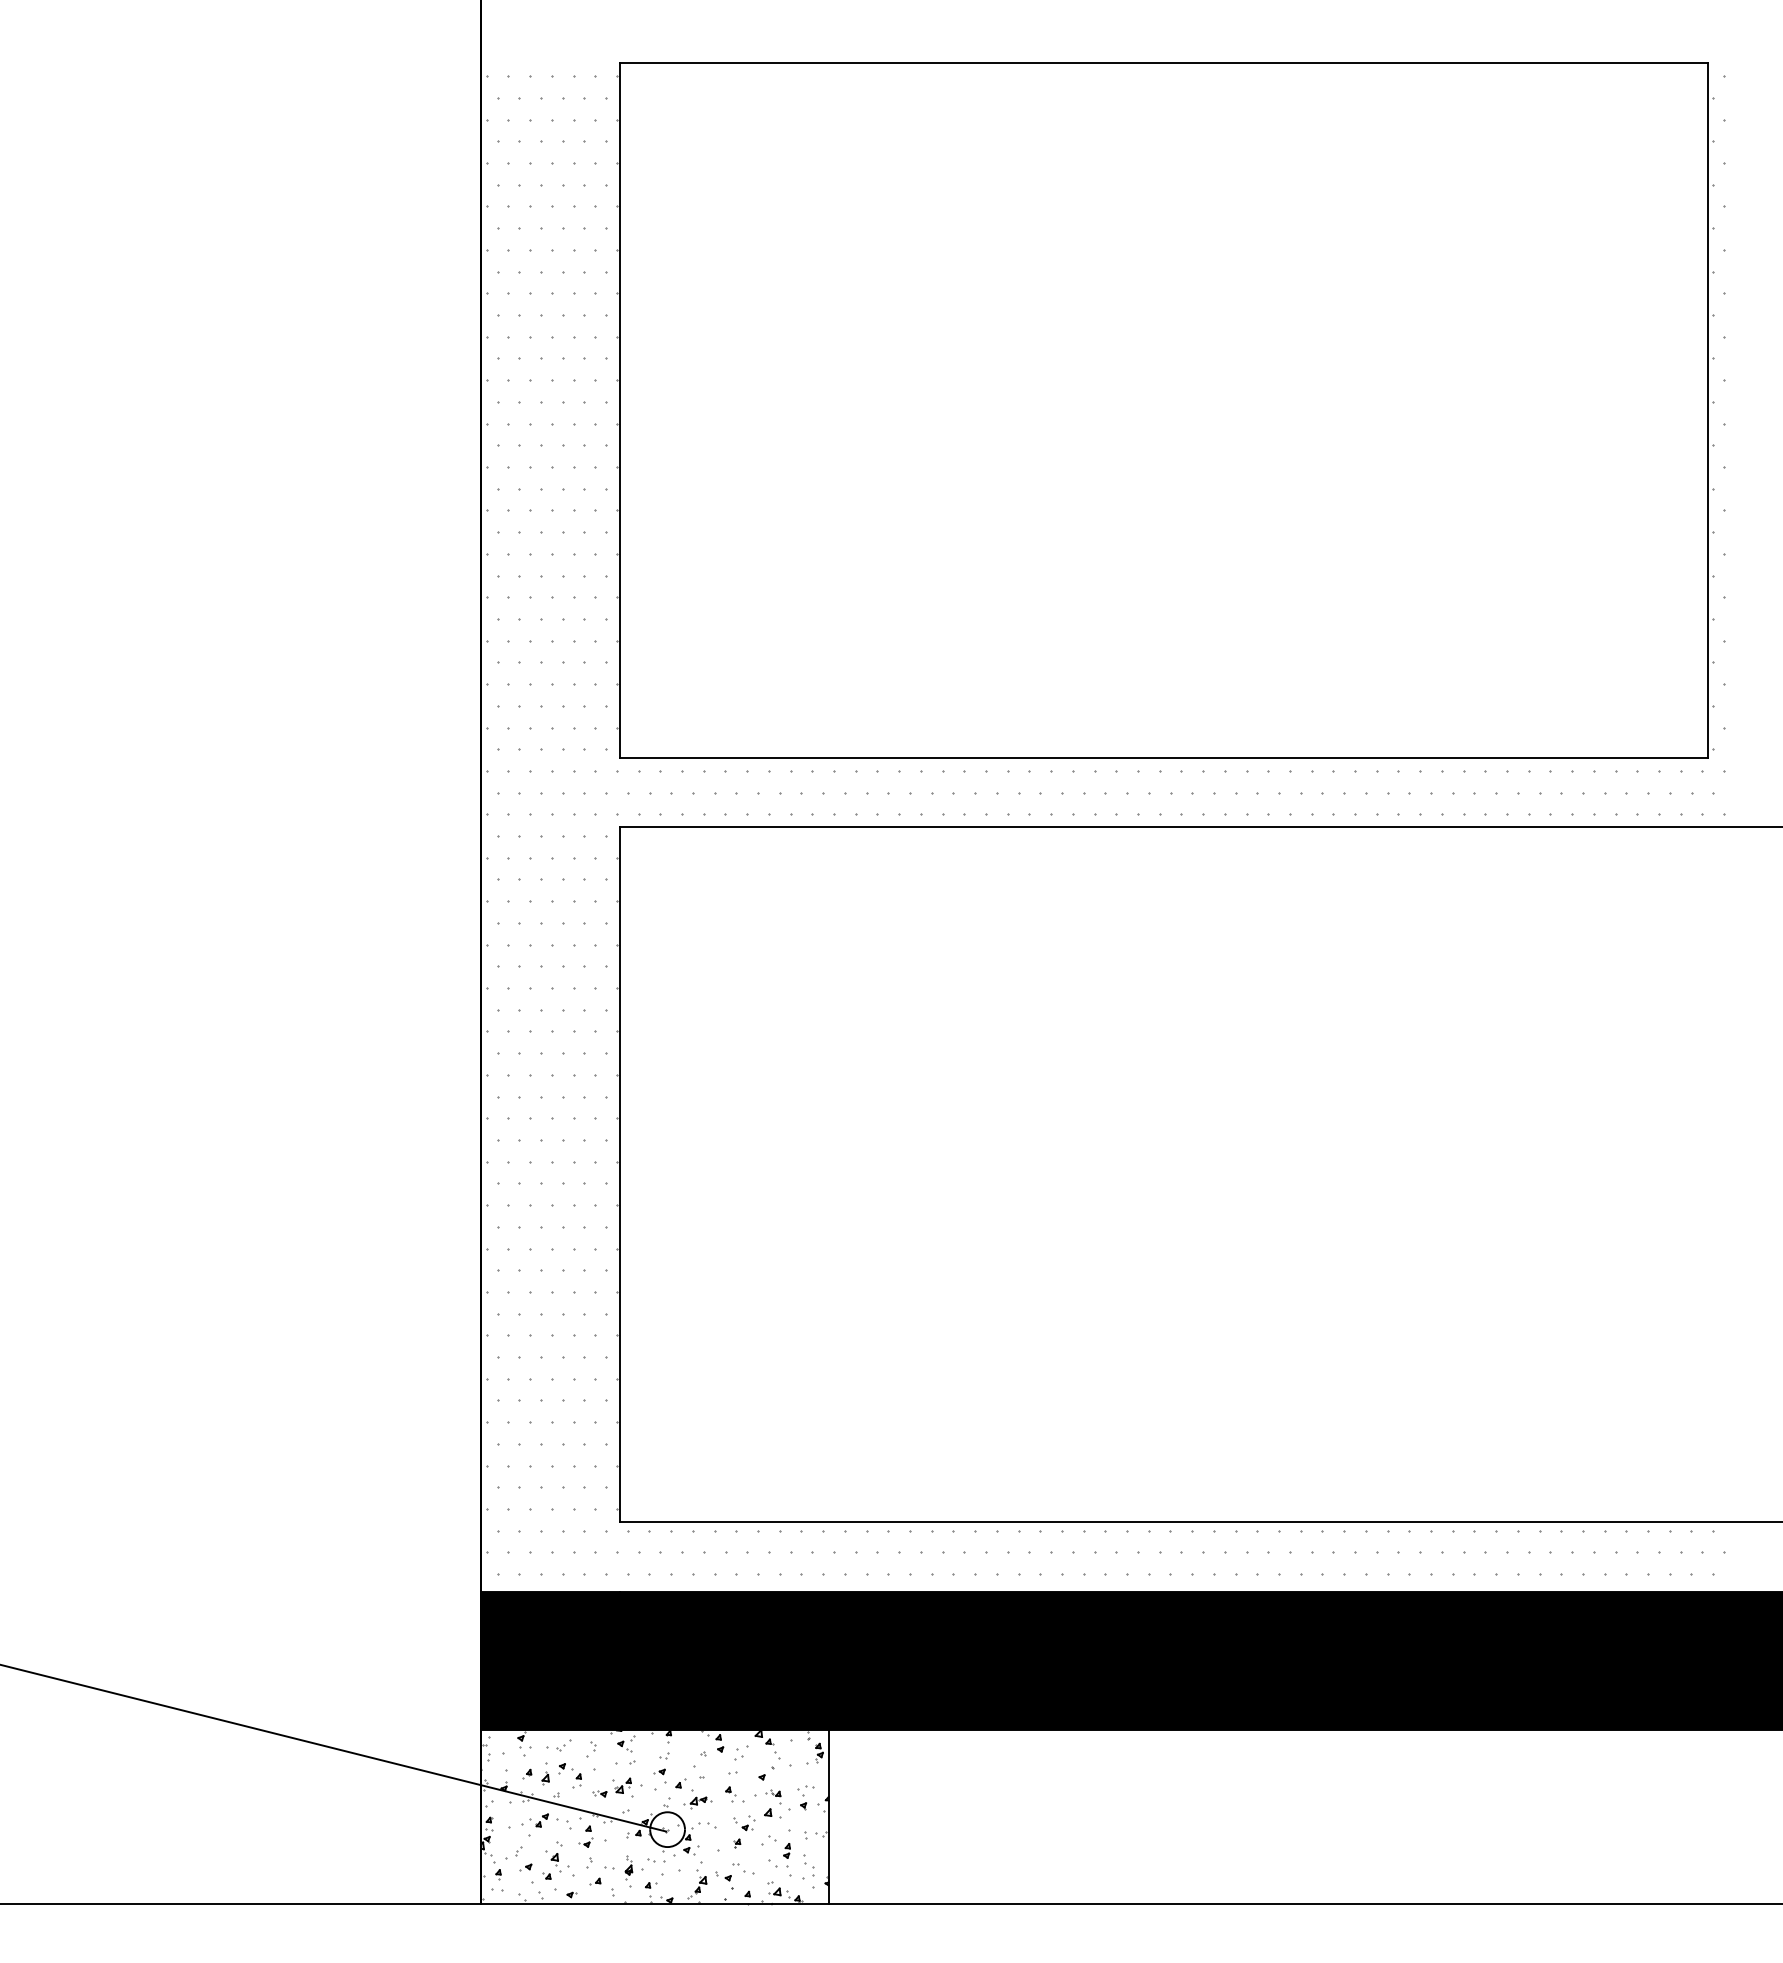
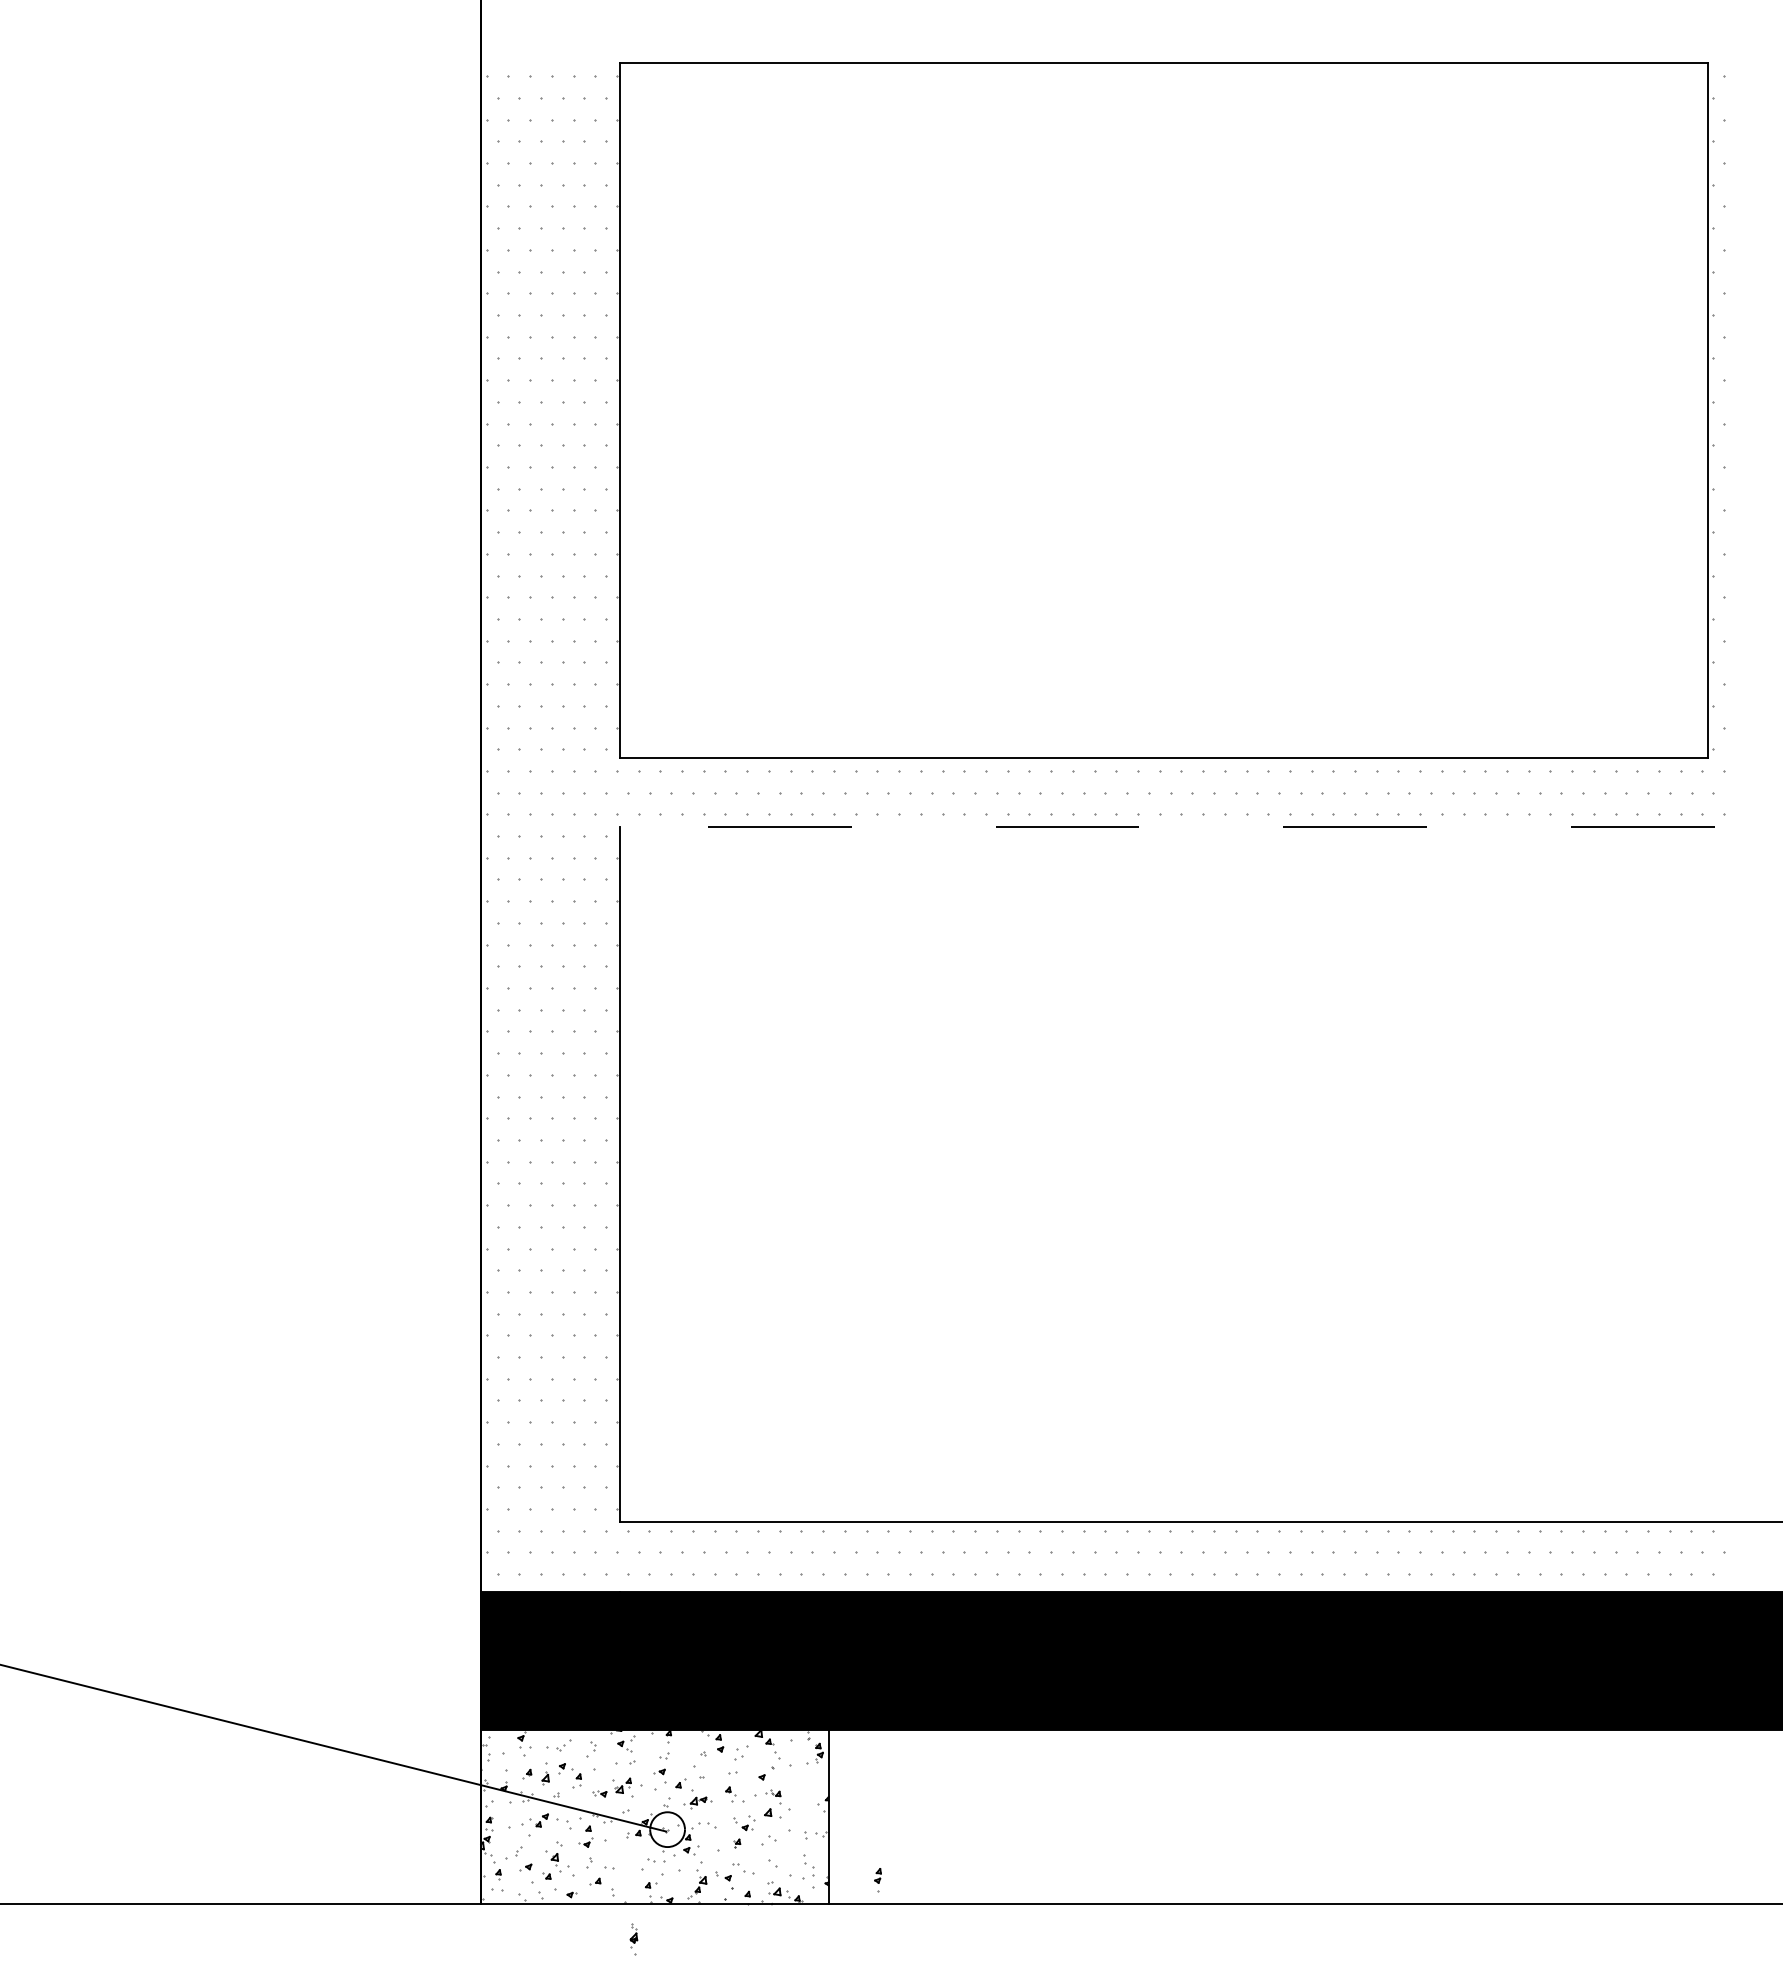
line at (1201, 827): solid -> dashed
part at (805, 1797): present -> none
part at (786, 1855) position: (786, 1855) -> (877, 1880)
part at (628, 1871) position: (628, 1871) -> (633, 1939)
